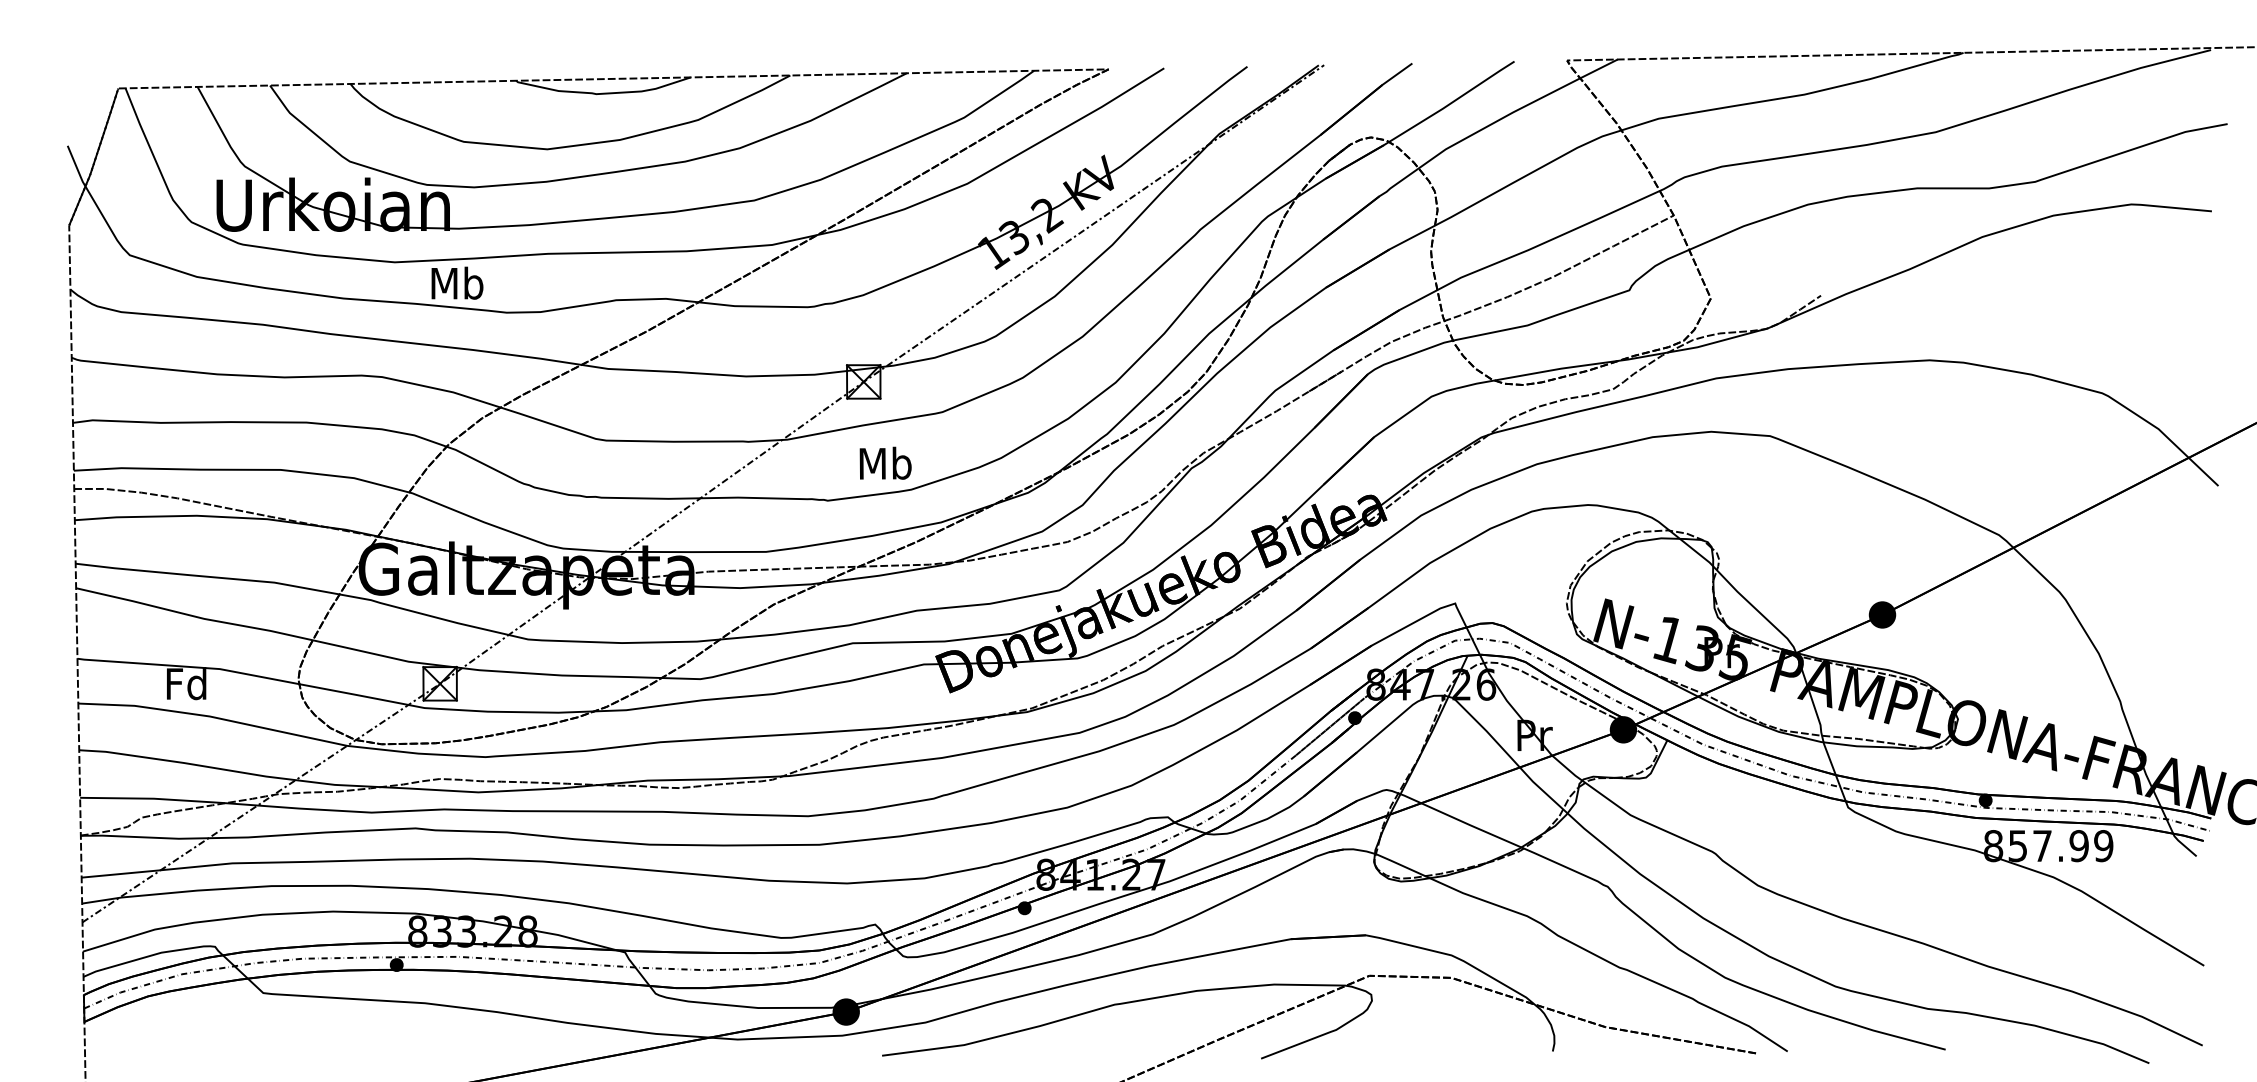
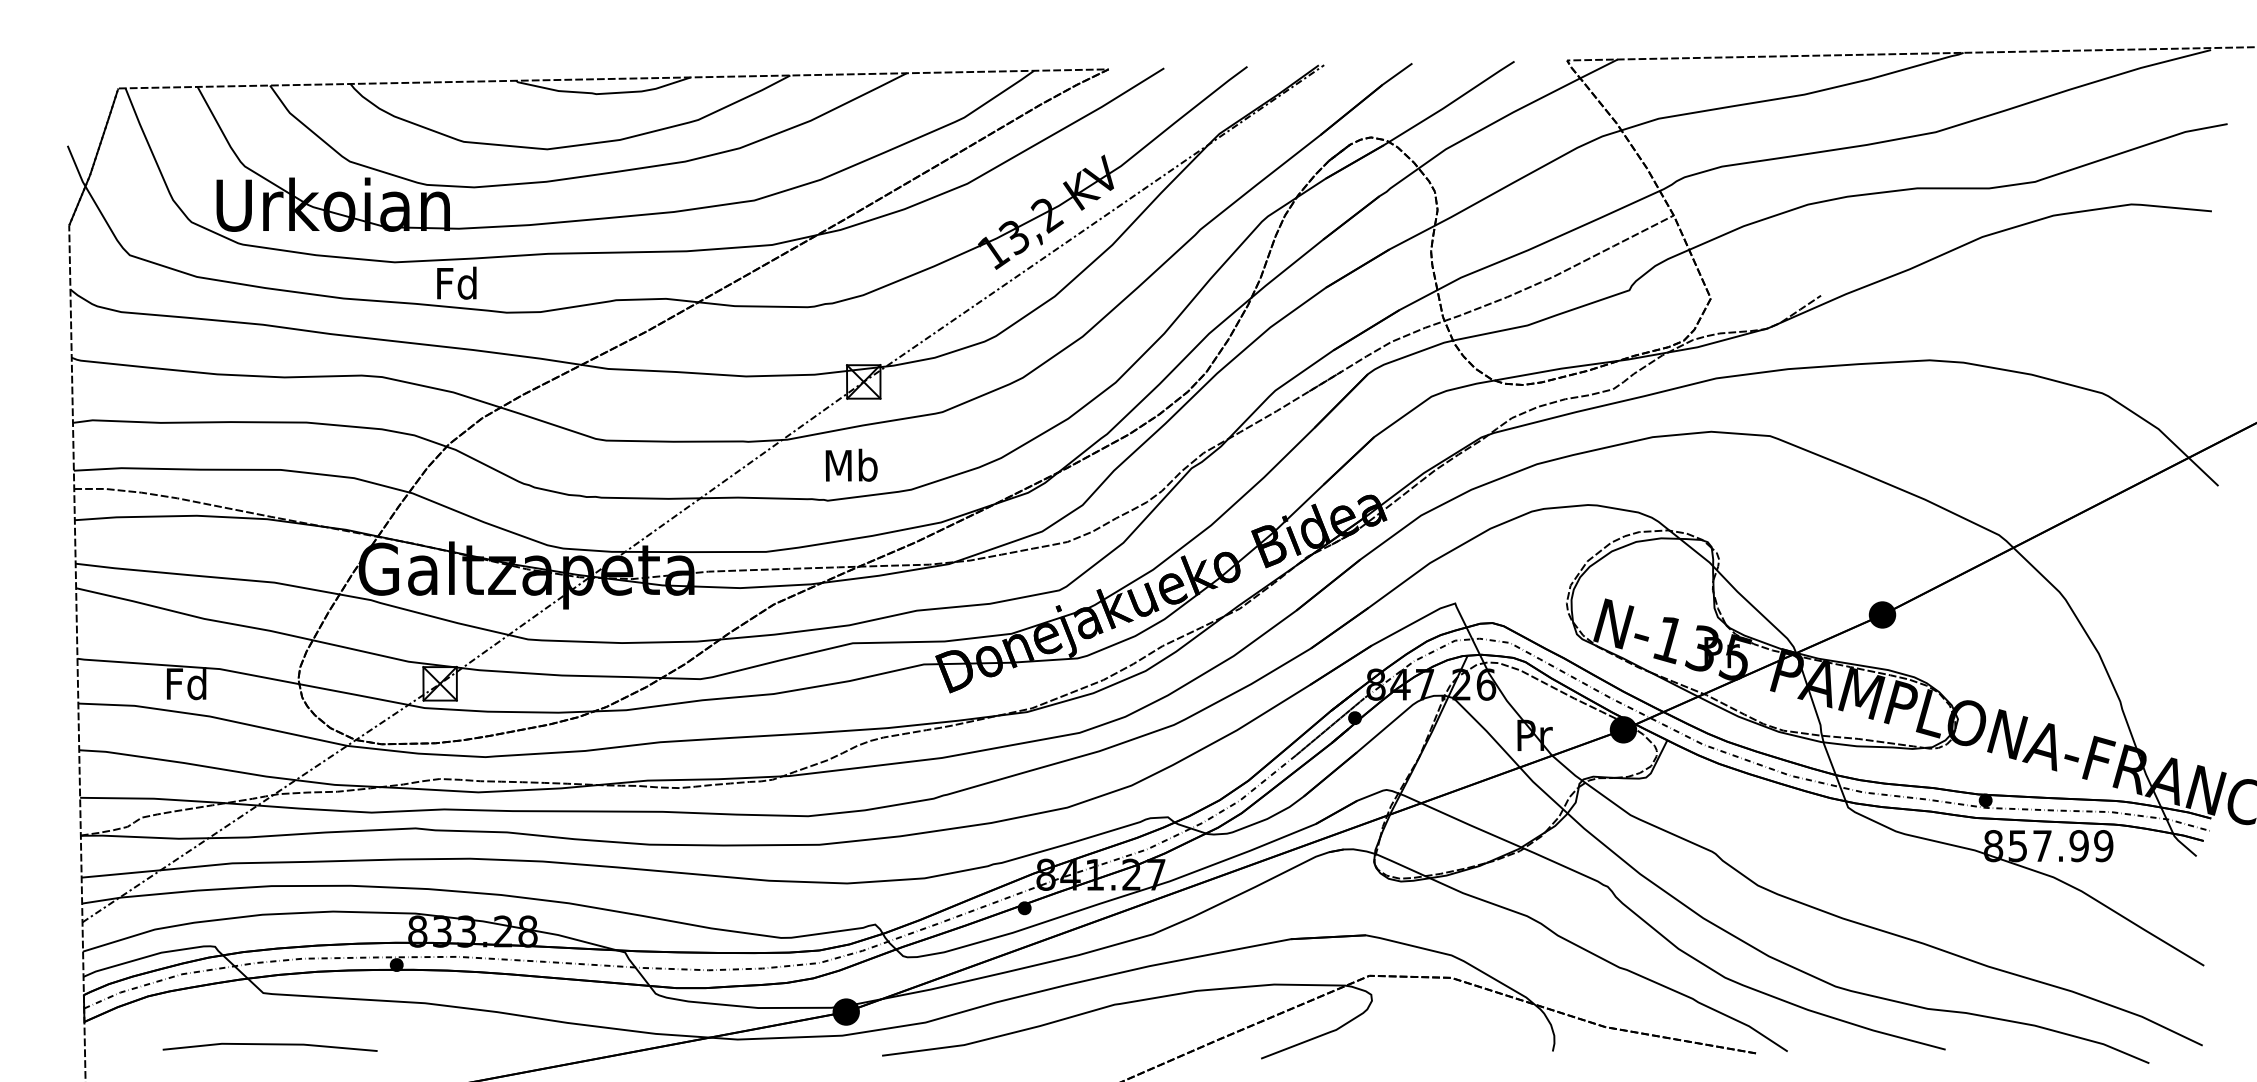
text at (457, 282): Mb -> Fd
text at (885, 462) position: (885, 462) -> (851, 464)
line at (269, 1045): none -> present
